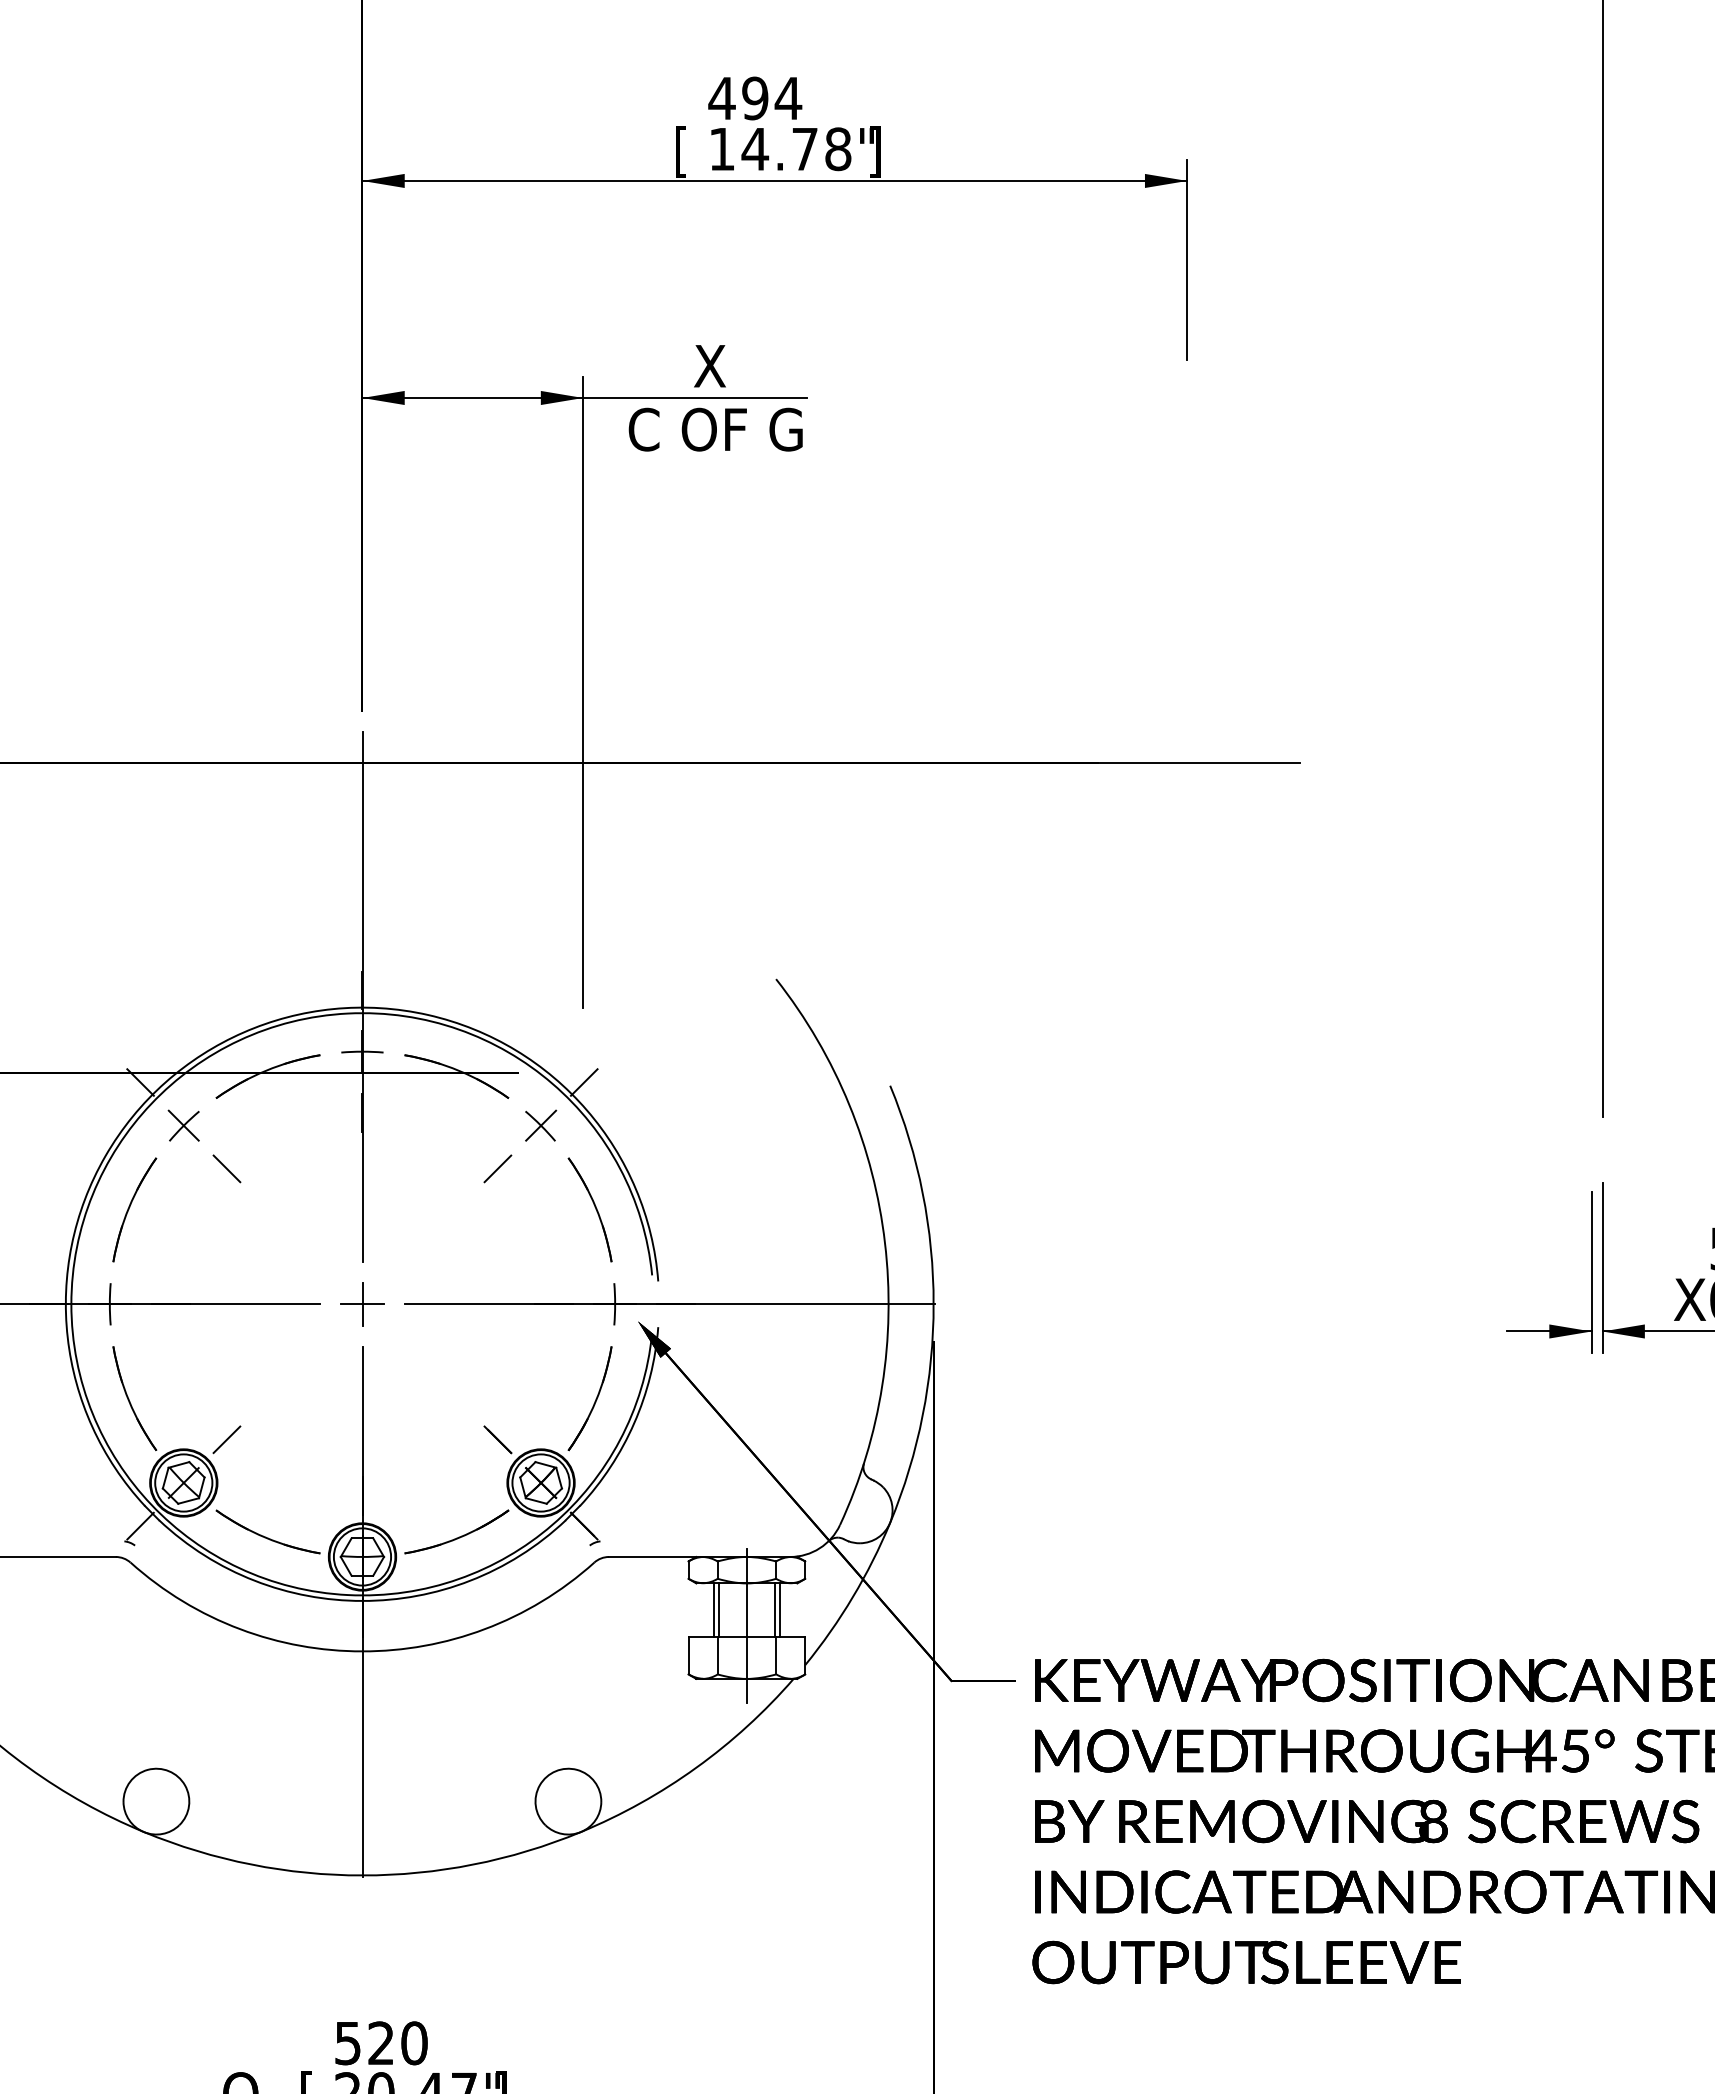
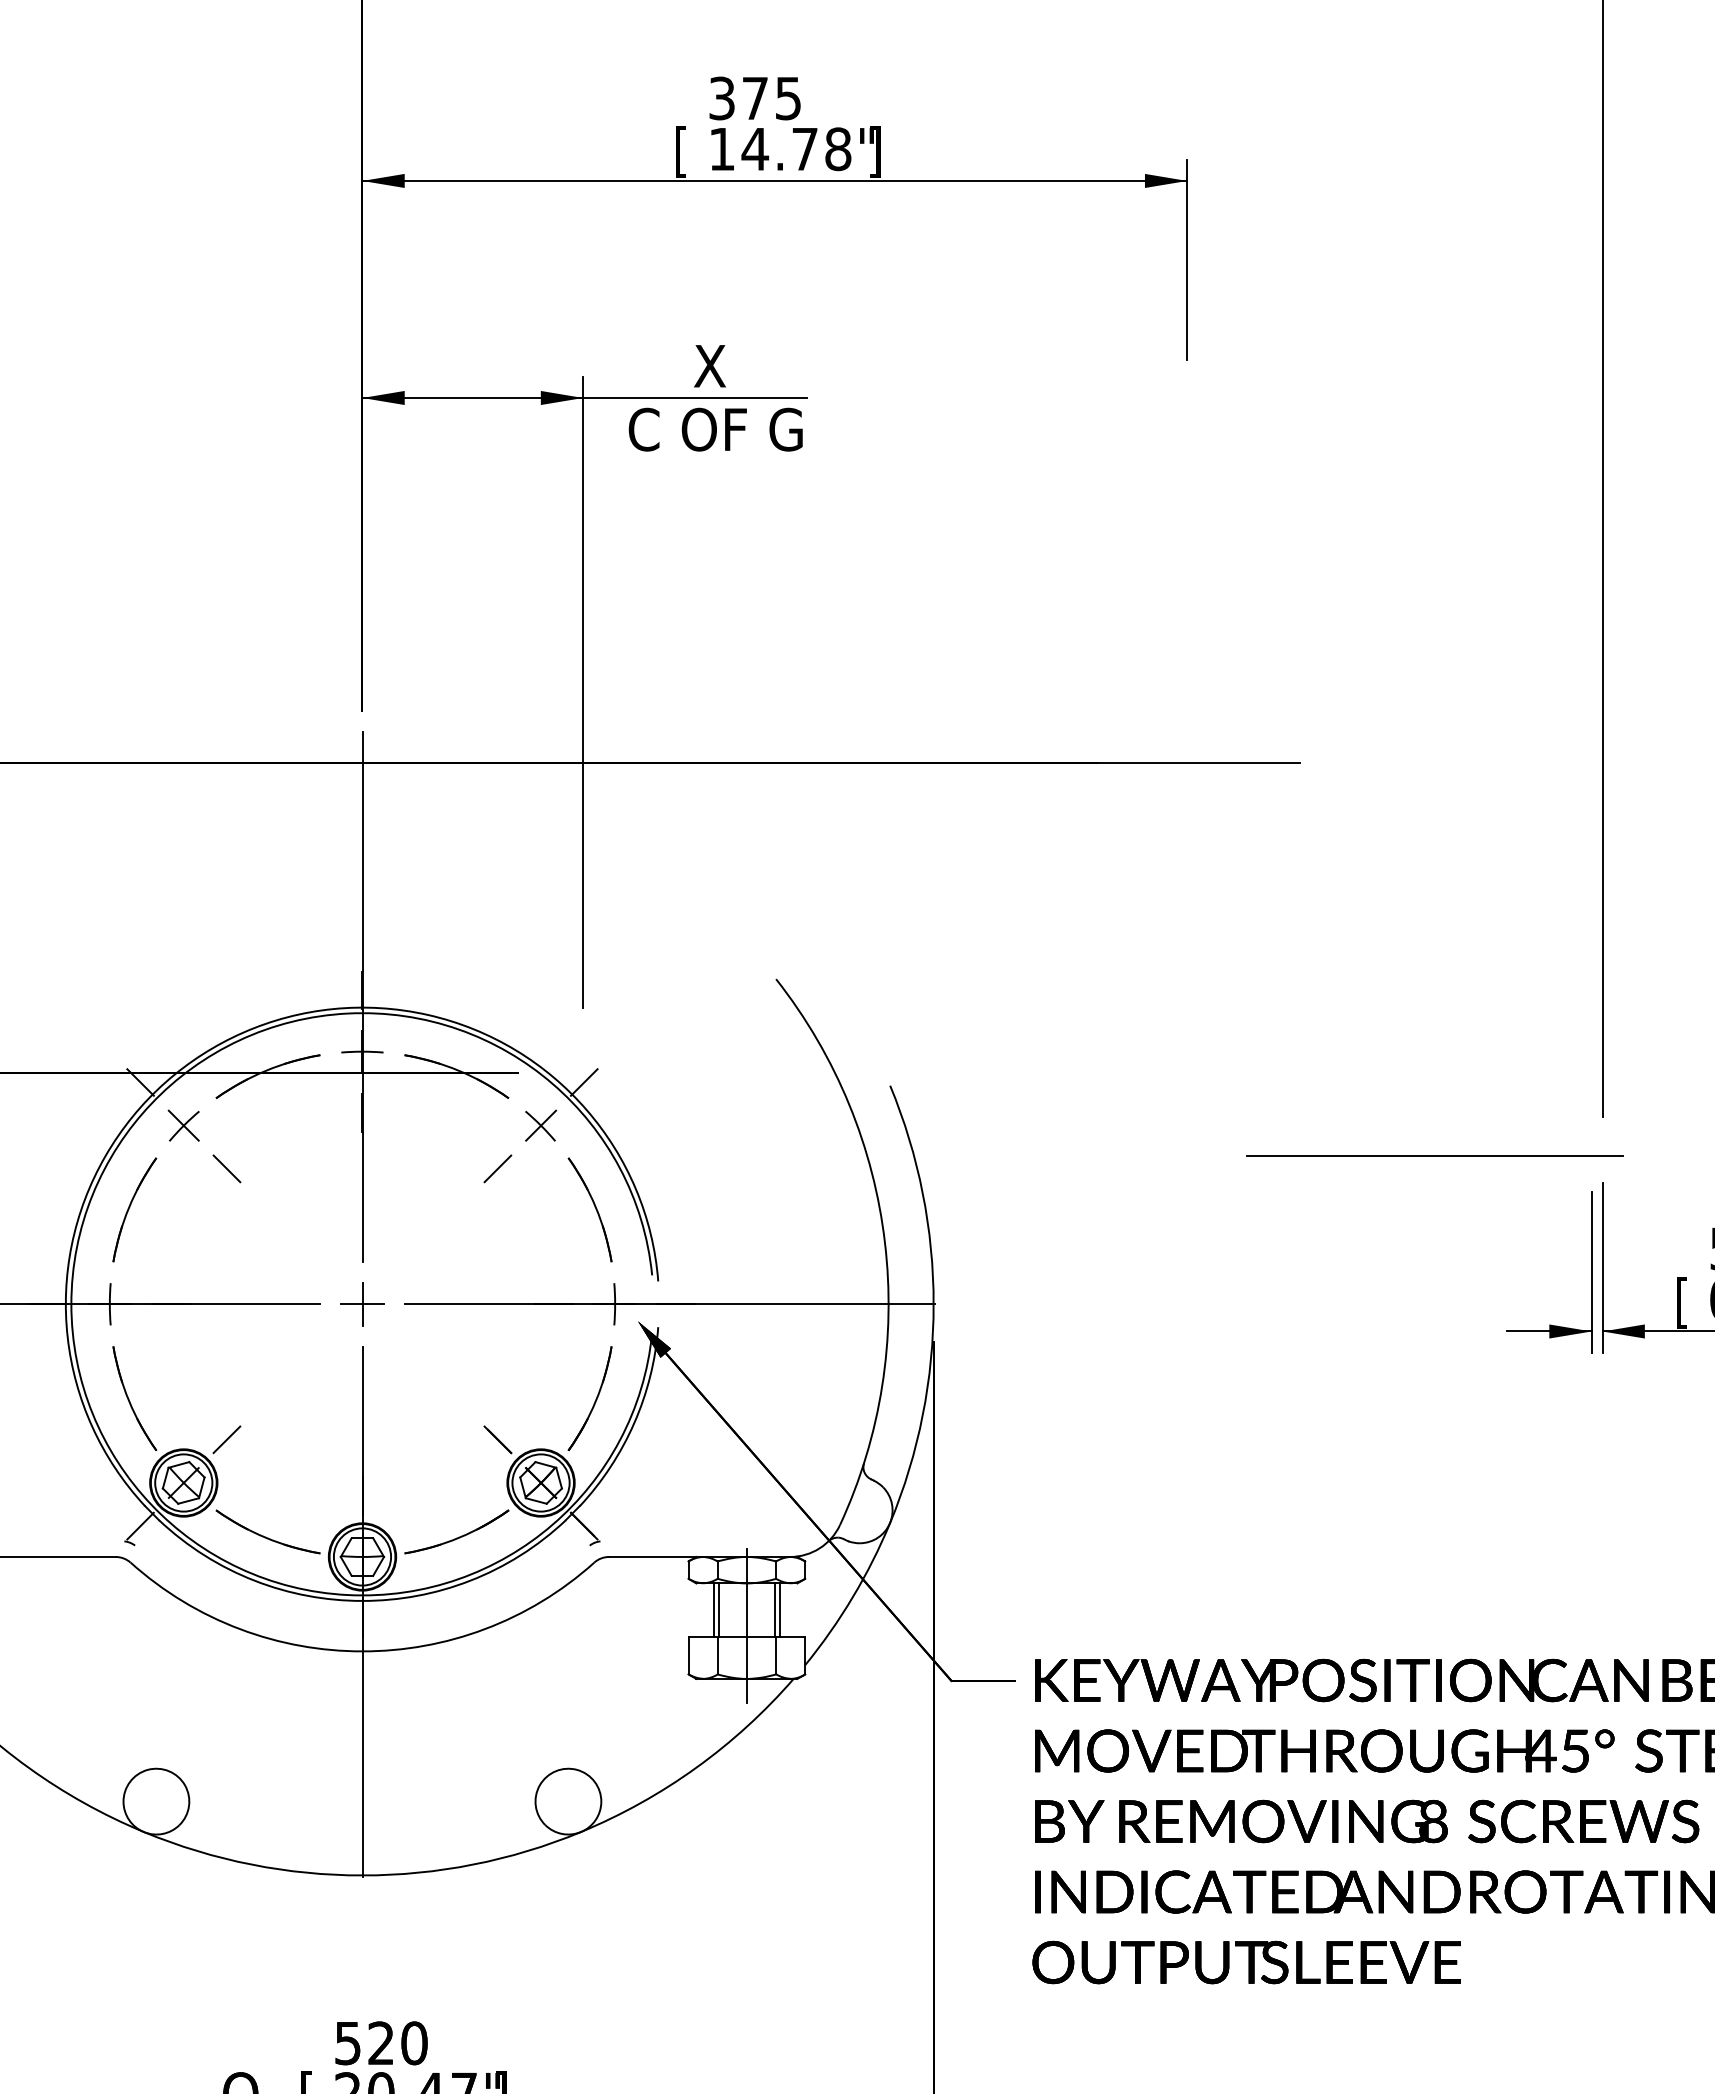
text at (755, 98): 494 -> 375
line at (1434, 1155): none -> present
text at (1689, 1302): X -> [
